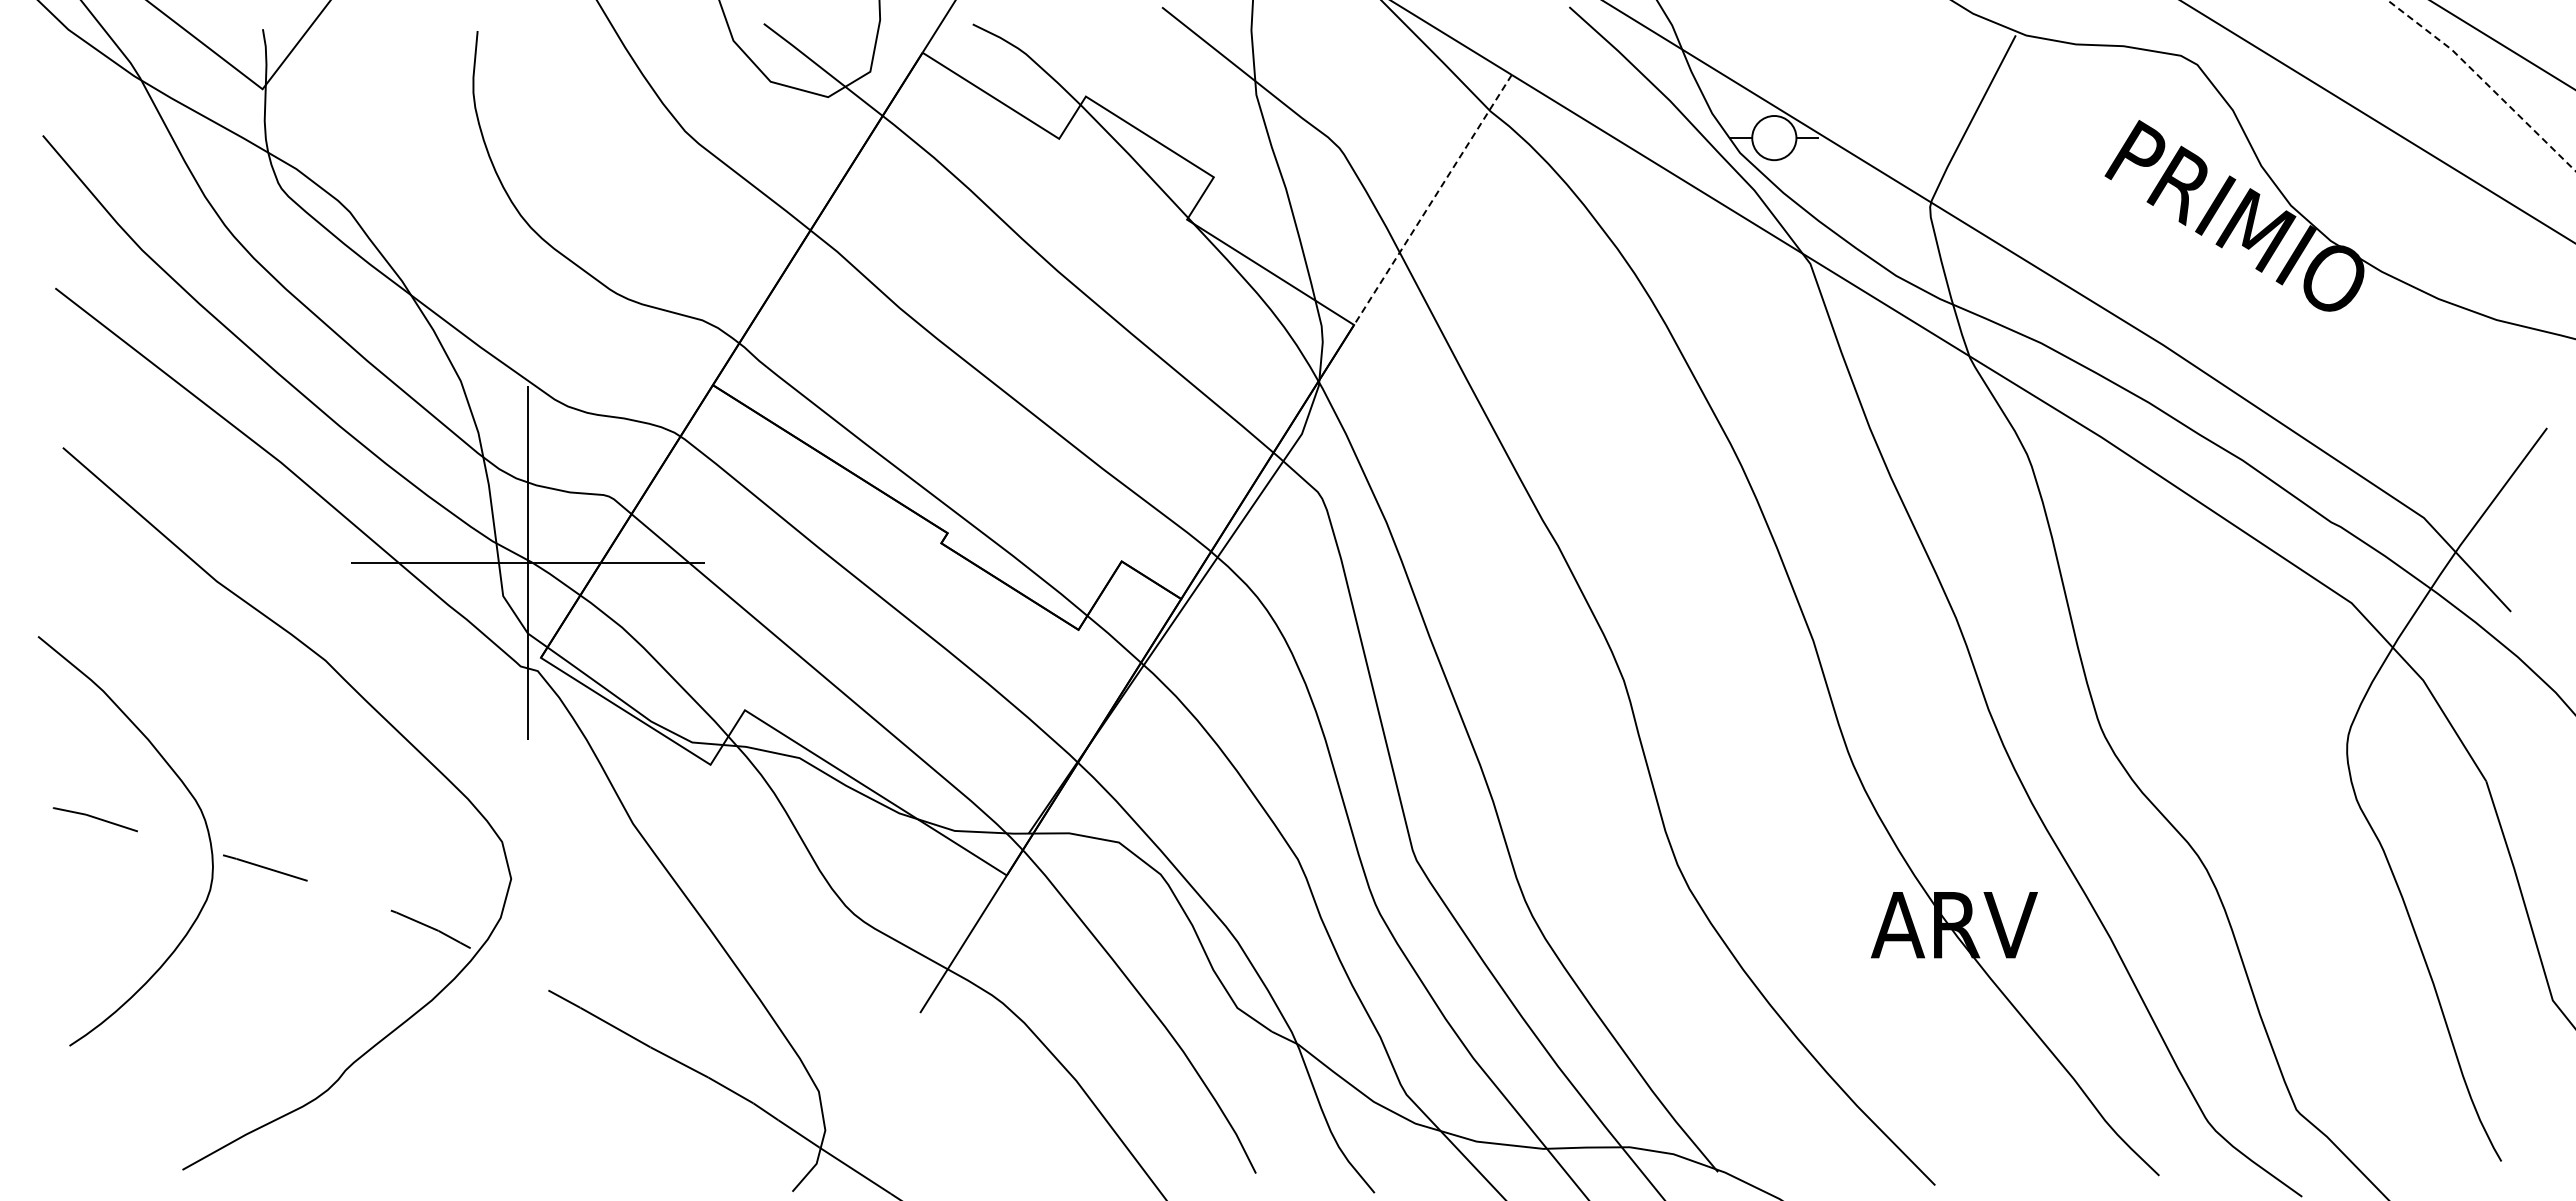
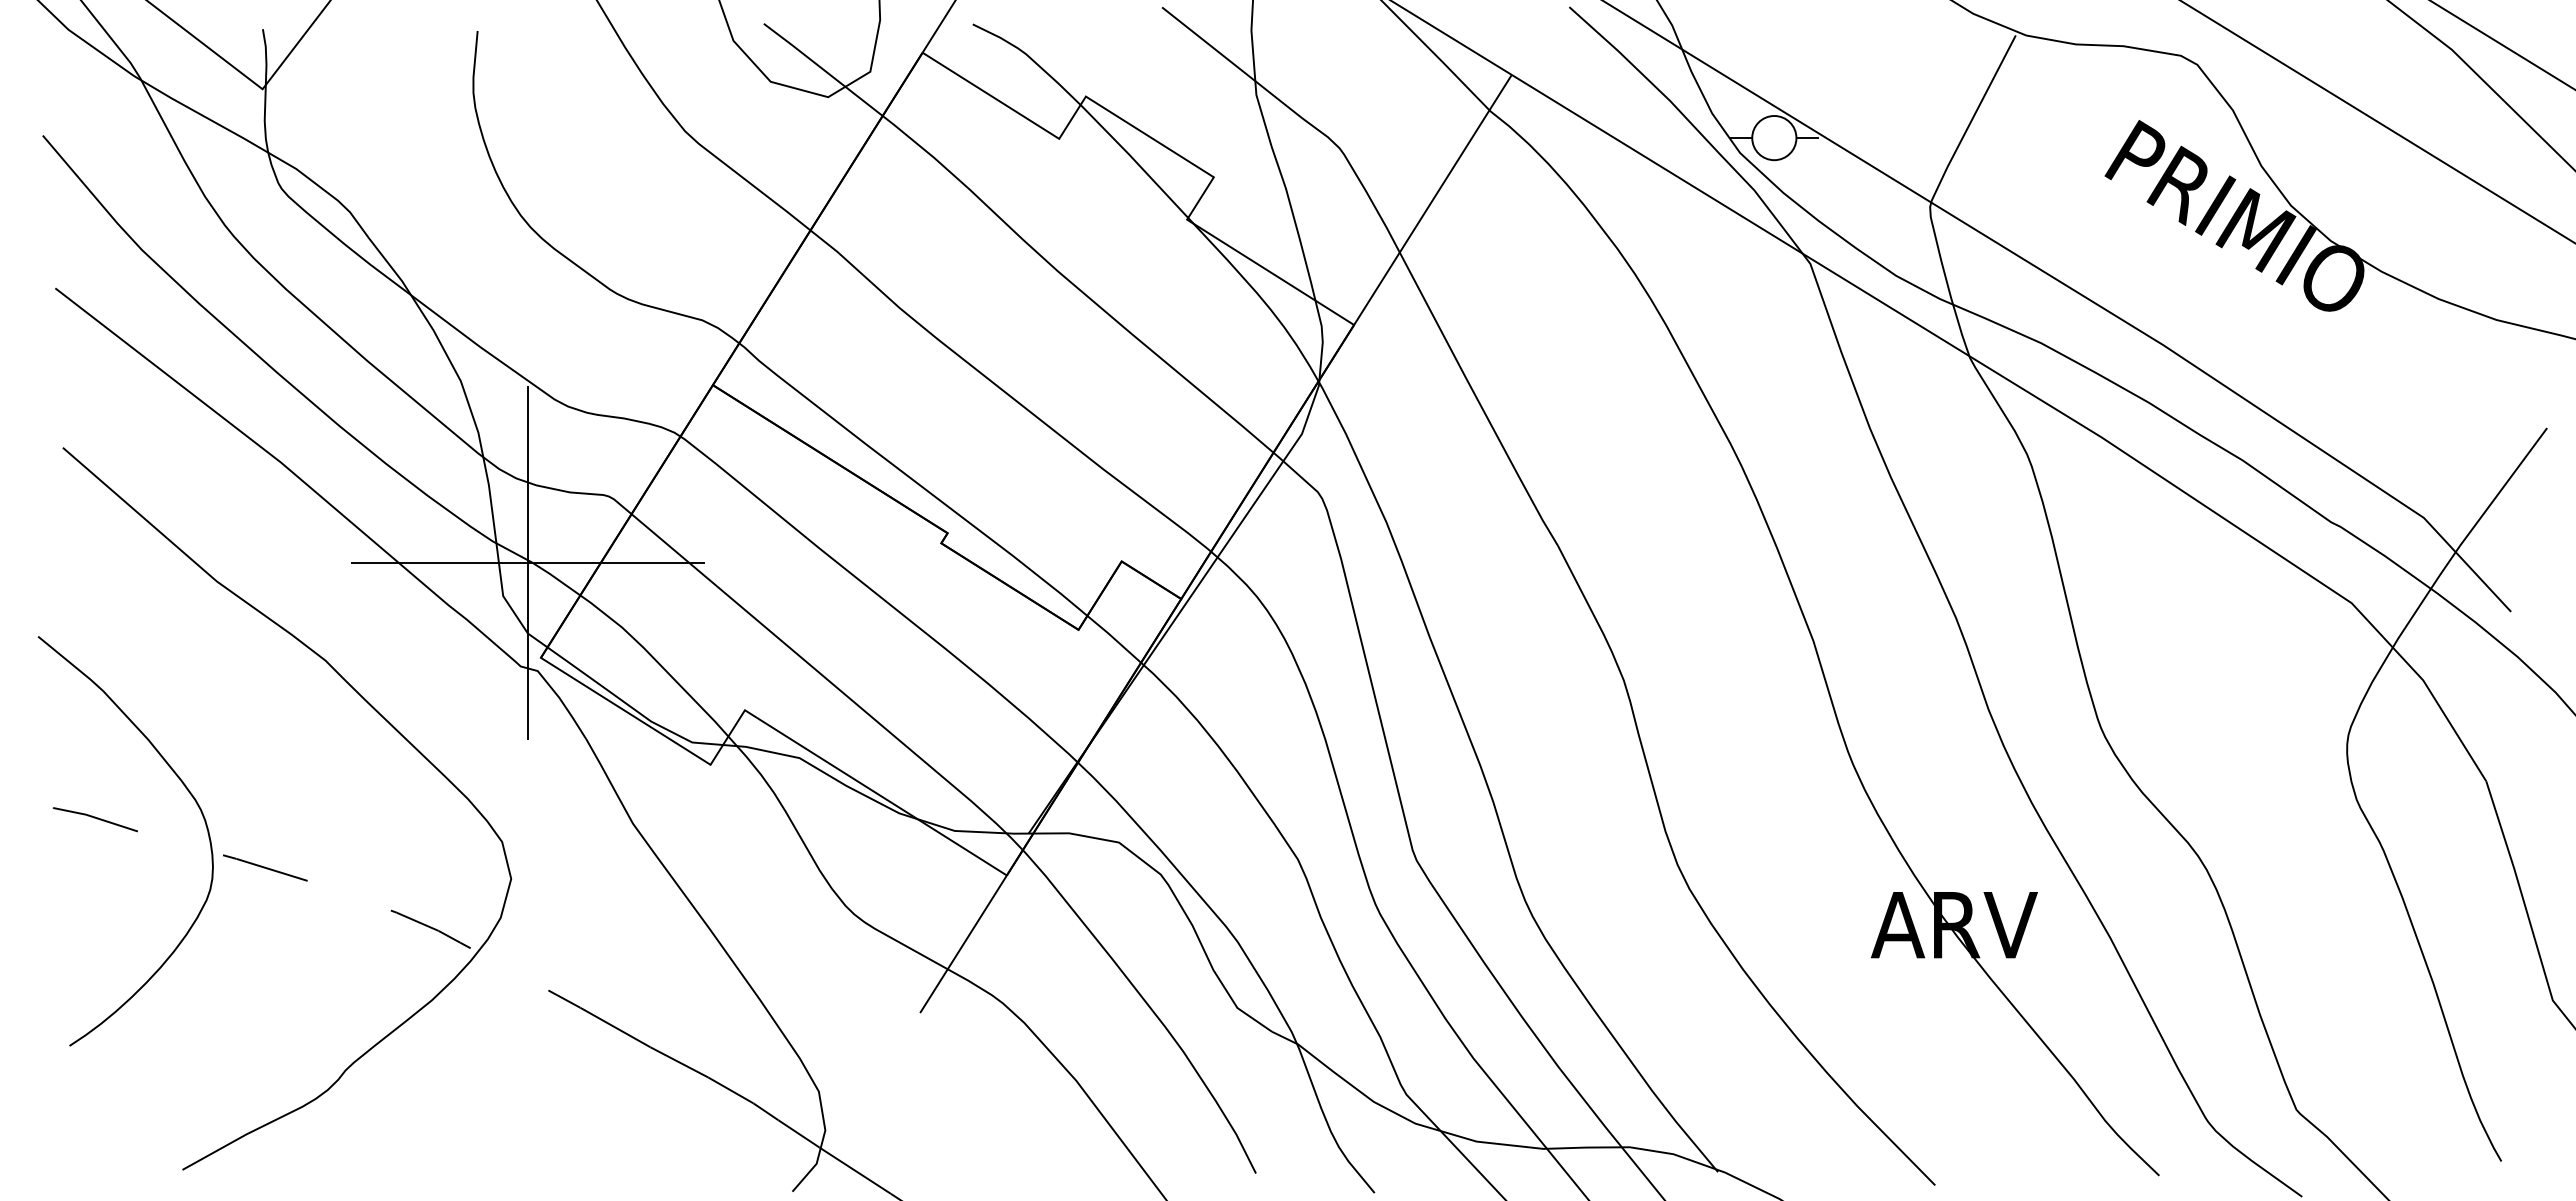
line at (2484, 81): dashed -> solid
line at (1432, 199): dashed -> solid
